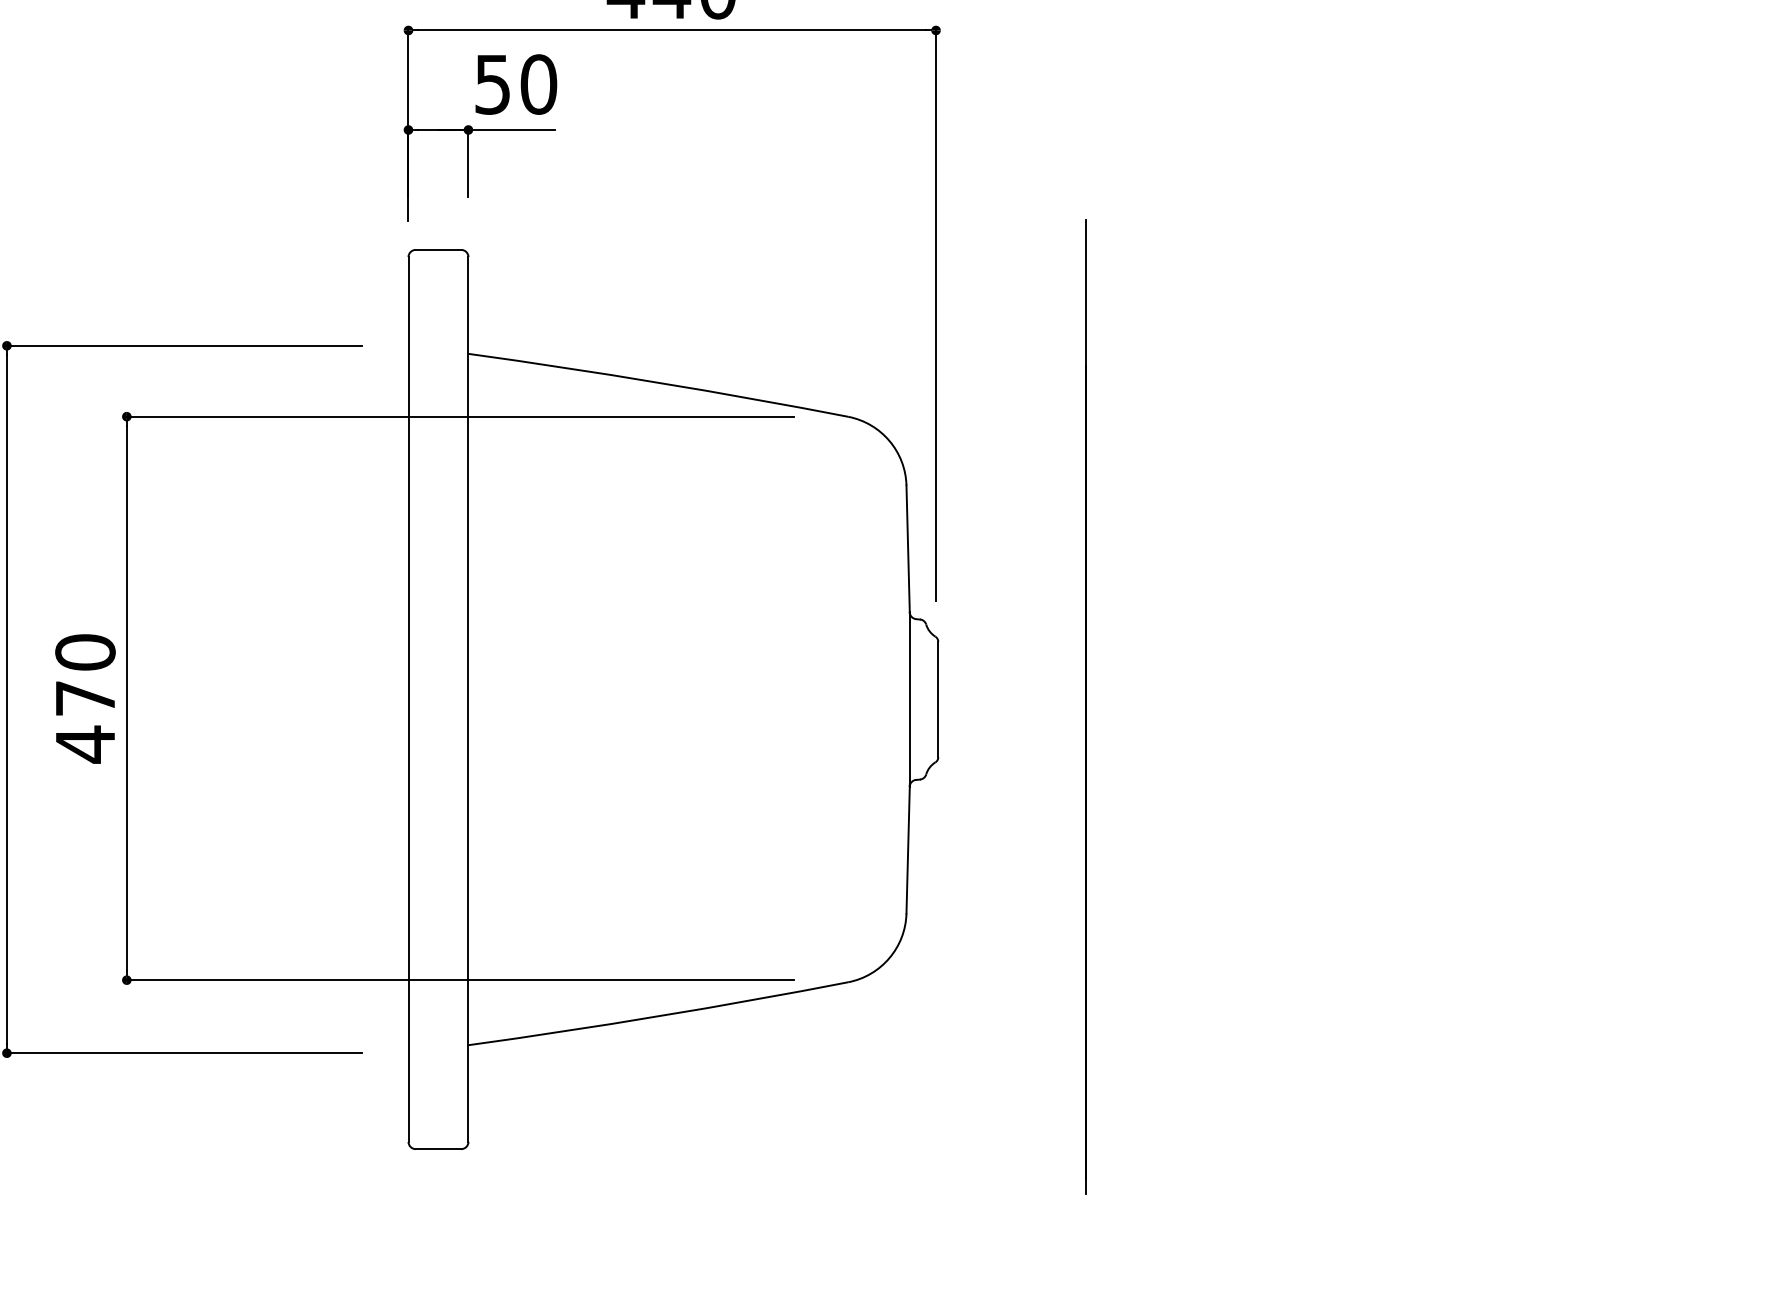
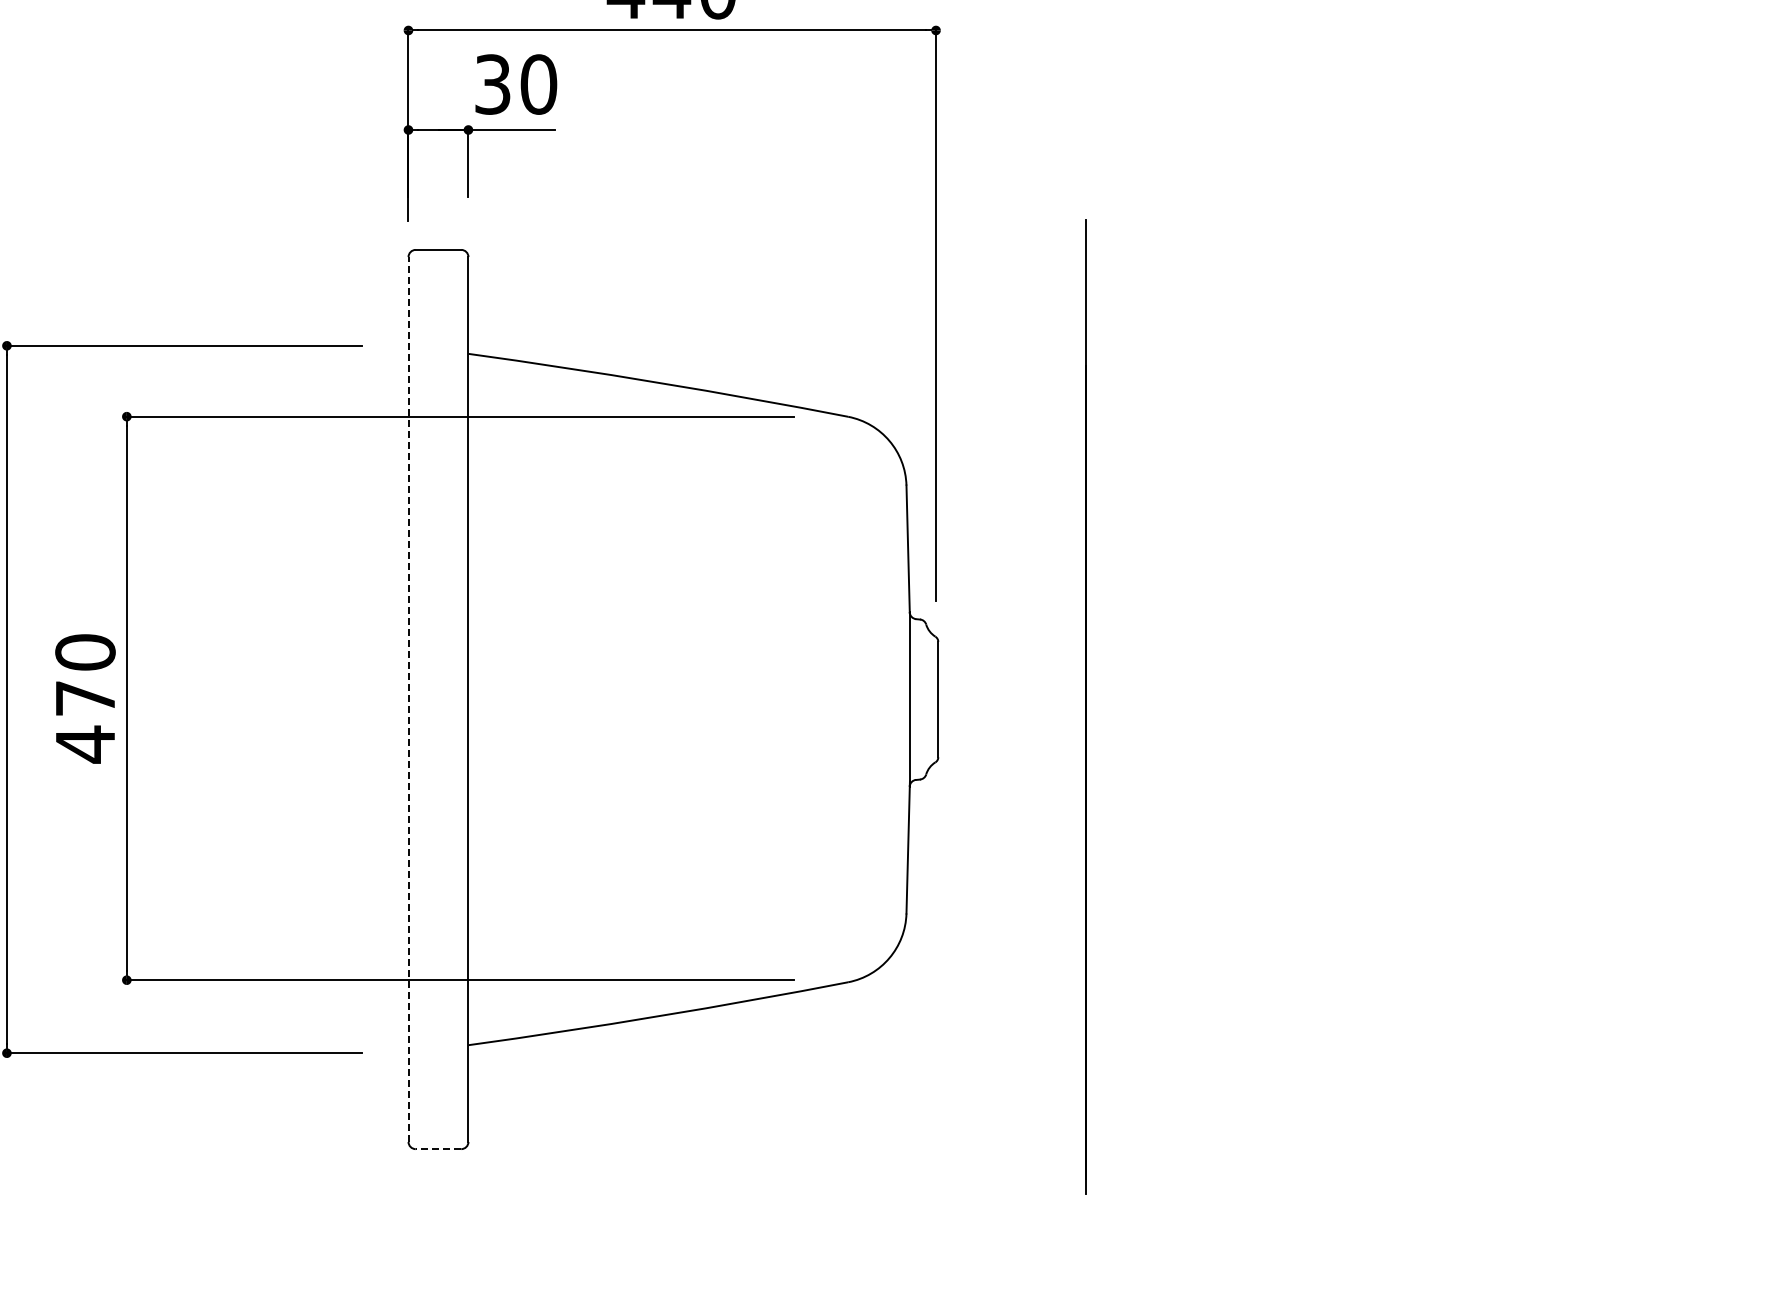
text at (492, 84): 50 -> 30
line at (408, 699): solid -> dashed
line at (438, 1149): solid -> dashed
